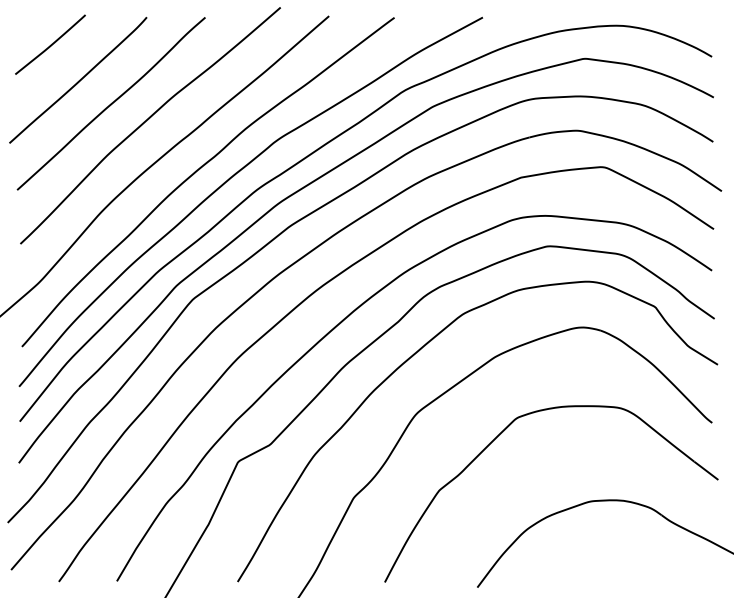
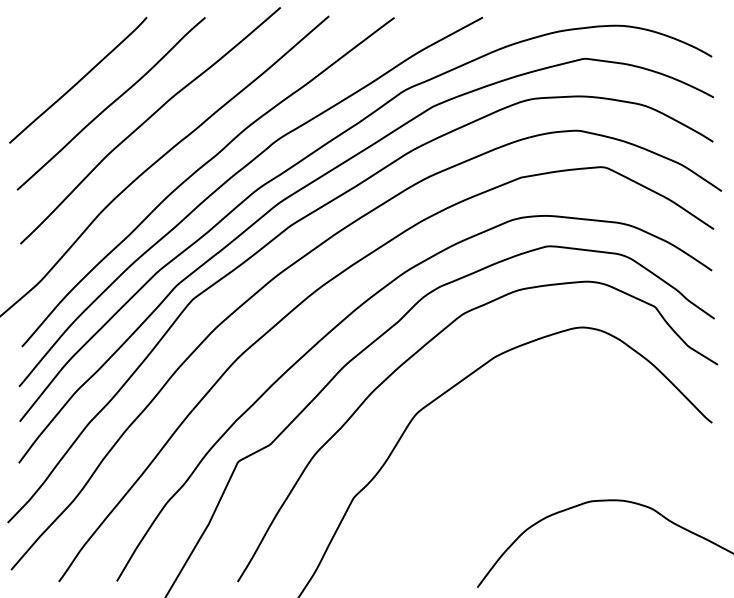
line at (50, 44): present -> none
part at (502, 433): present -> none
